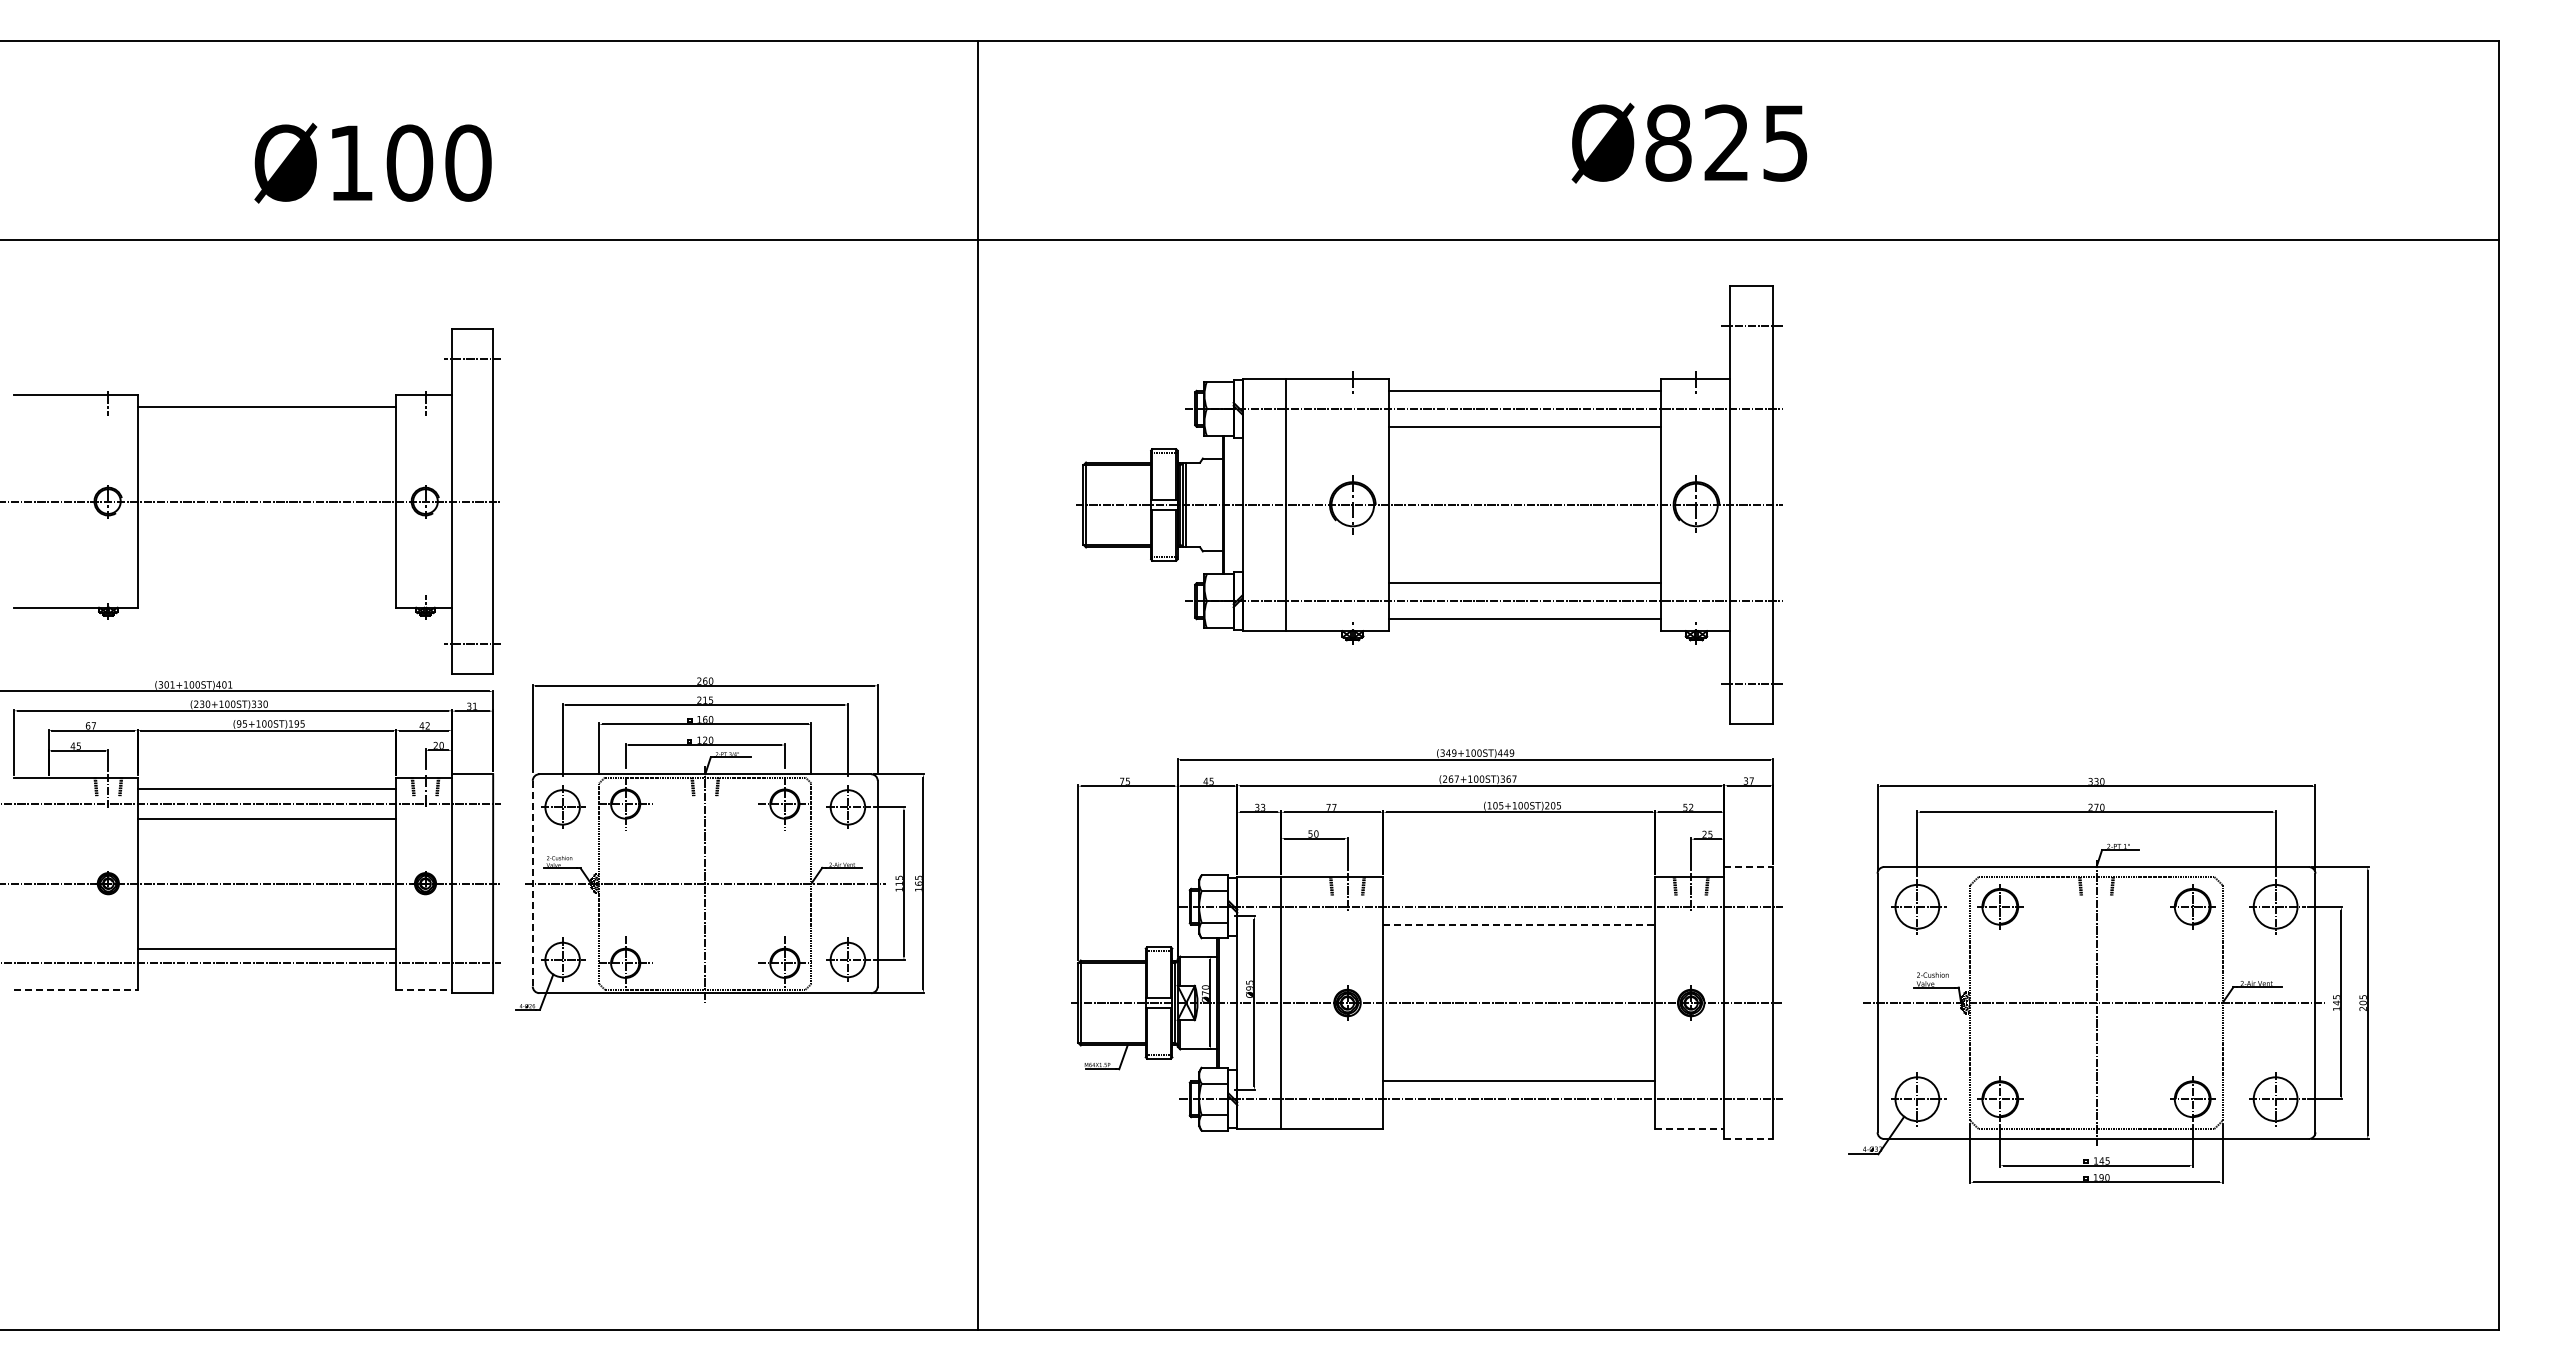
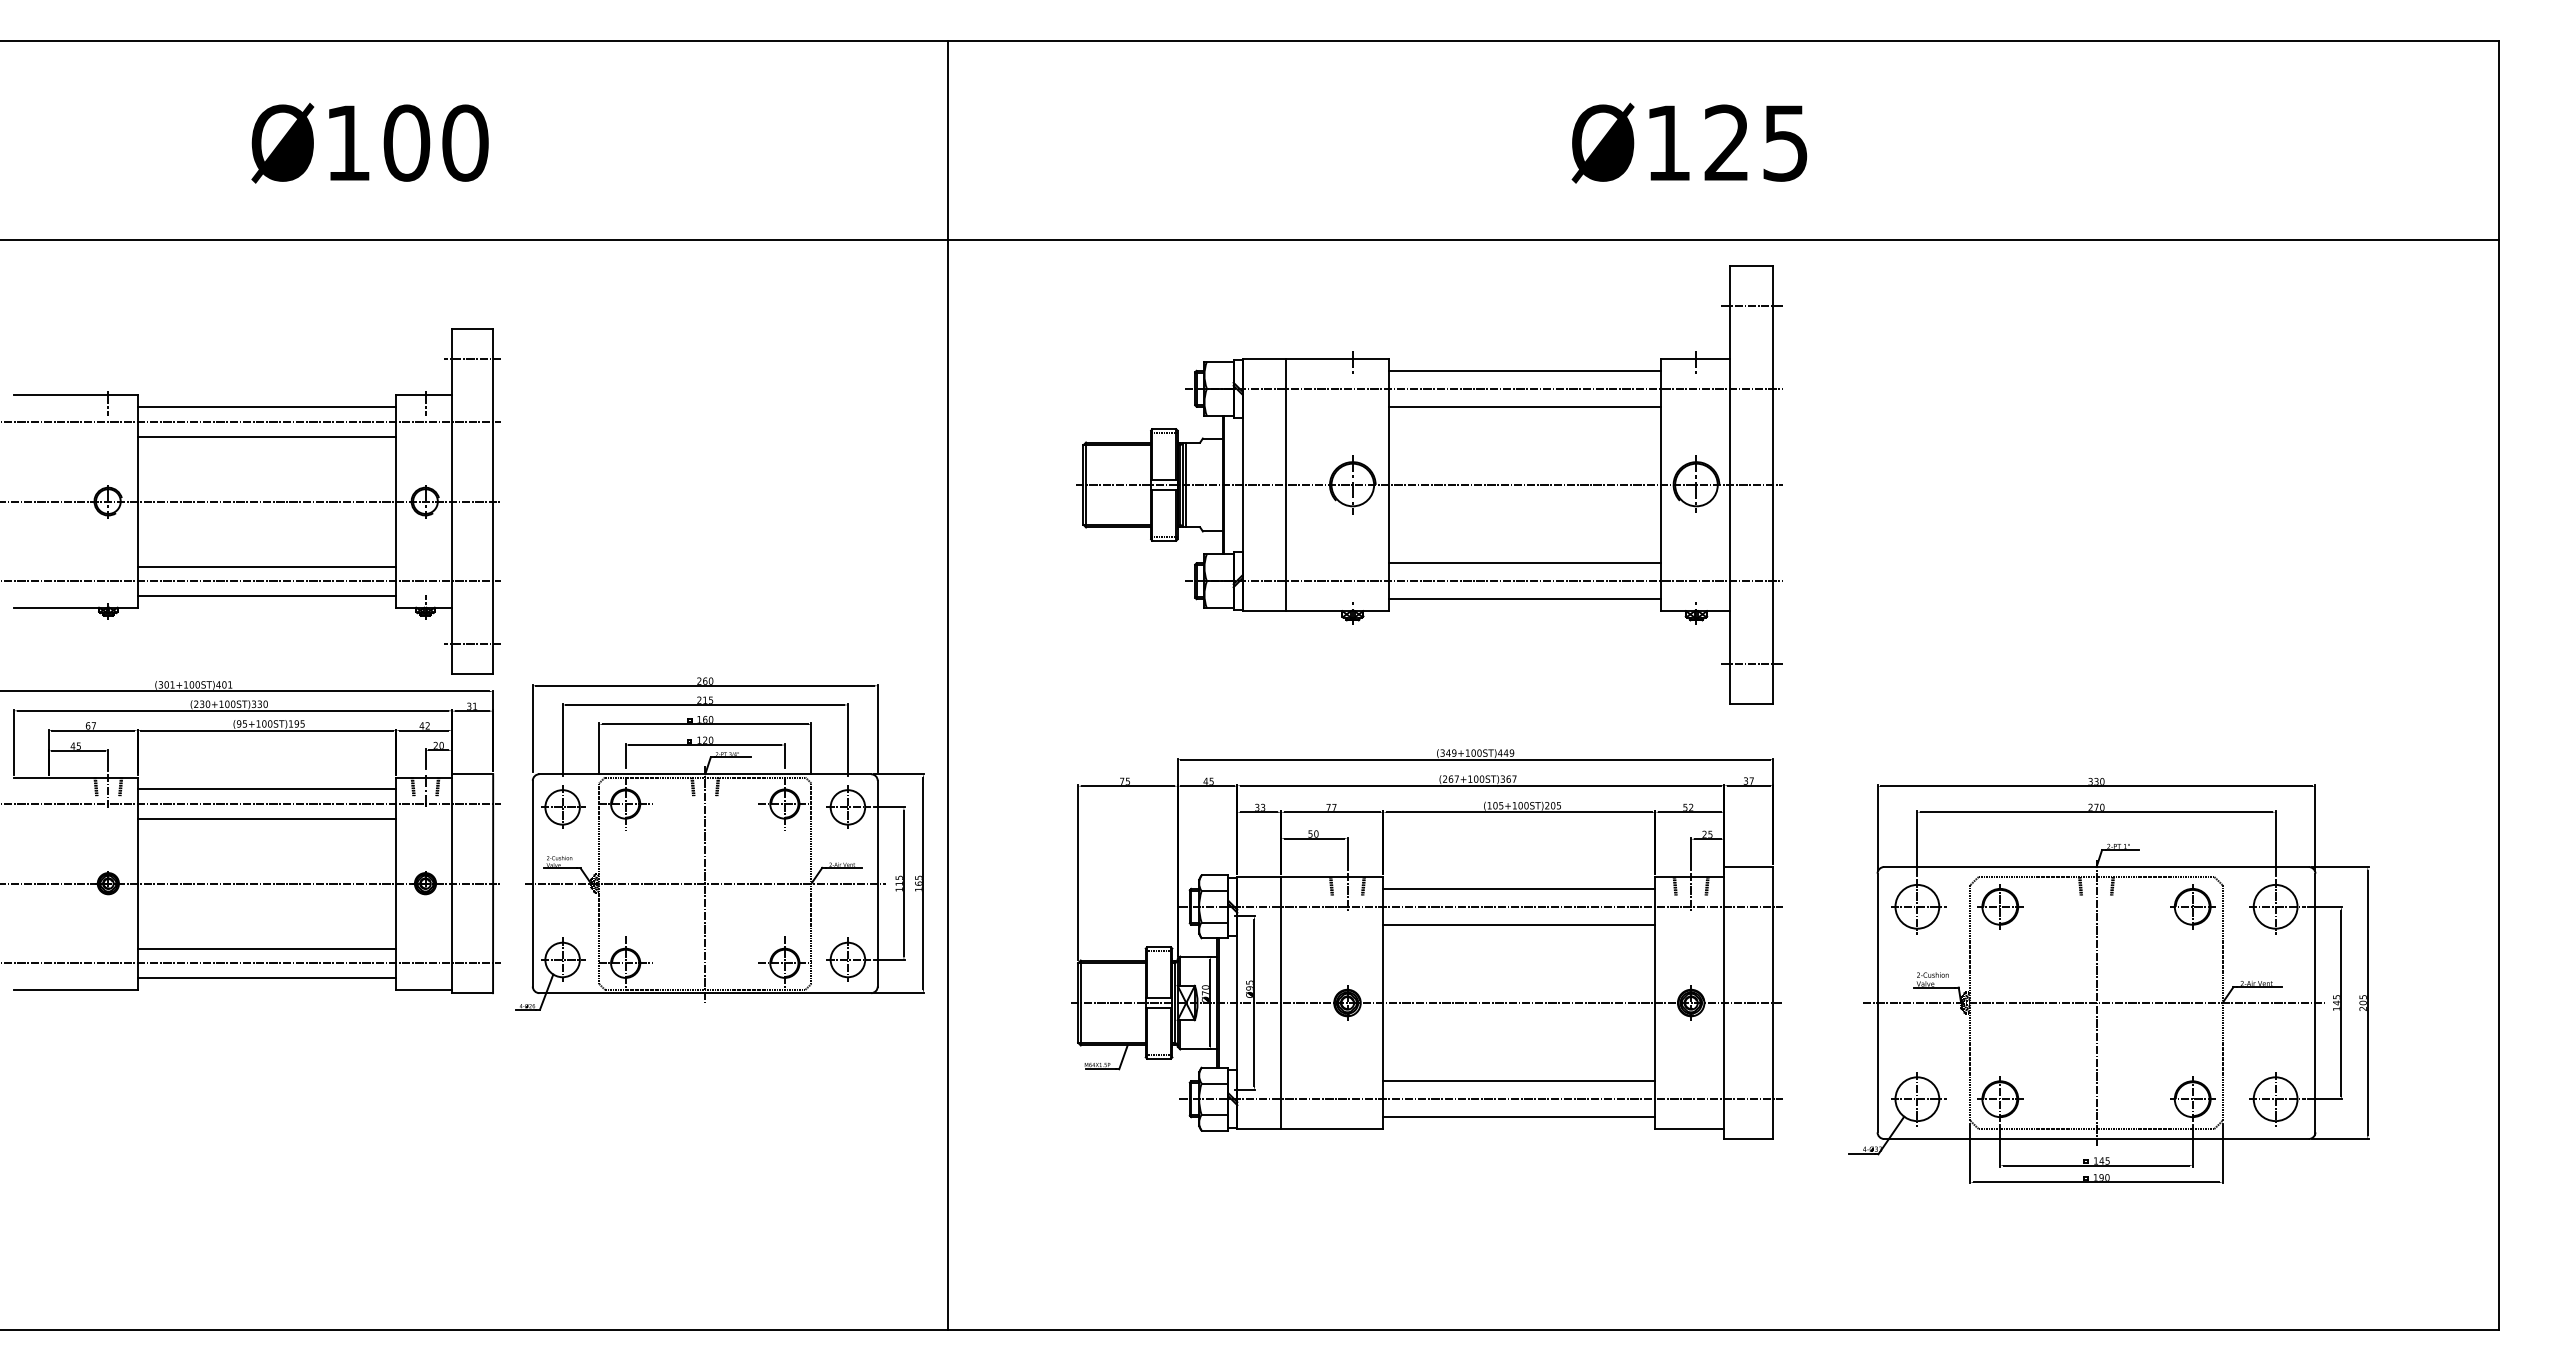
text at (1668, 142): Ø825 -> Ø125
text at (372, 163) position: (372, 163) -> (369, 143)
line at (251, 421): none -> present
line at (266, 436): none -> present
part at (1429, 504) position: (1429, 504) -> (1429, 484)
line at (266, 566): none -> present
line at (251, 581): none -> present
line at (266, 595): none -> present
line at (977, 685) position: (977, 685) -> (947, 685)
line at (1748, 867): dashed -> solid
line at (532, 883): dashed -> solid
line at (1519, 888): none -> present
line at (1519, 924): dashed -> solid
line at (266, 977): none -> present
line at (75, 989): dashed -> solid
line at (424, 989): dashed -> solid
line at (1519, 1117): none -> present
line at (1690, 1129): dashed -> solid
line at (1748, 1139): dashed -> solid
